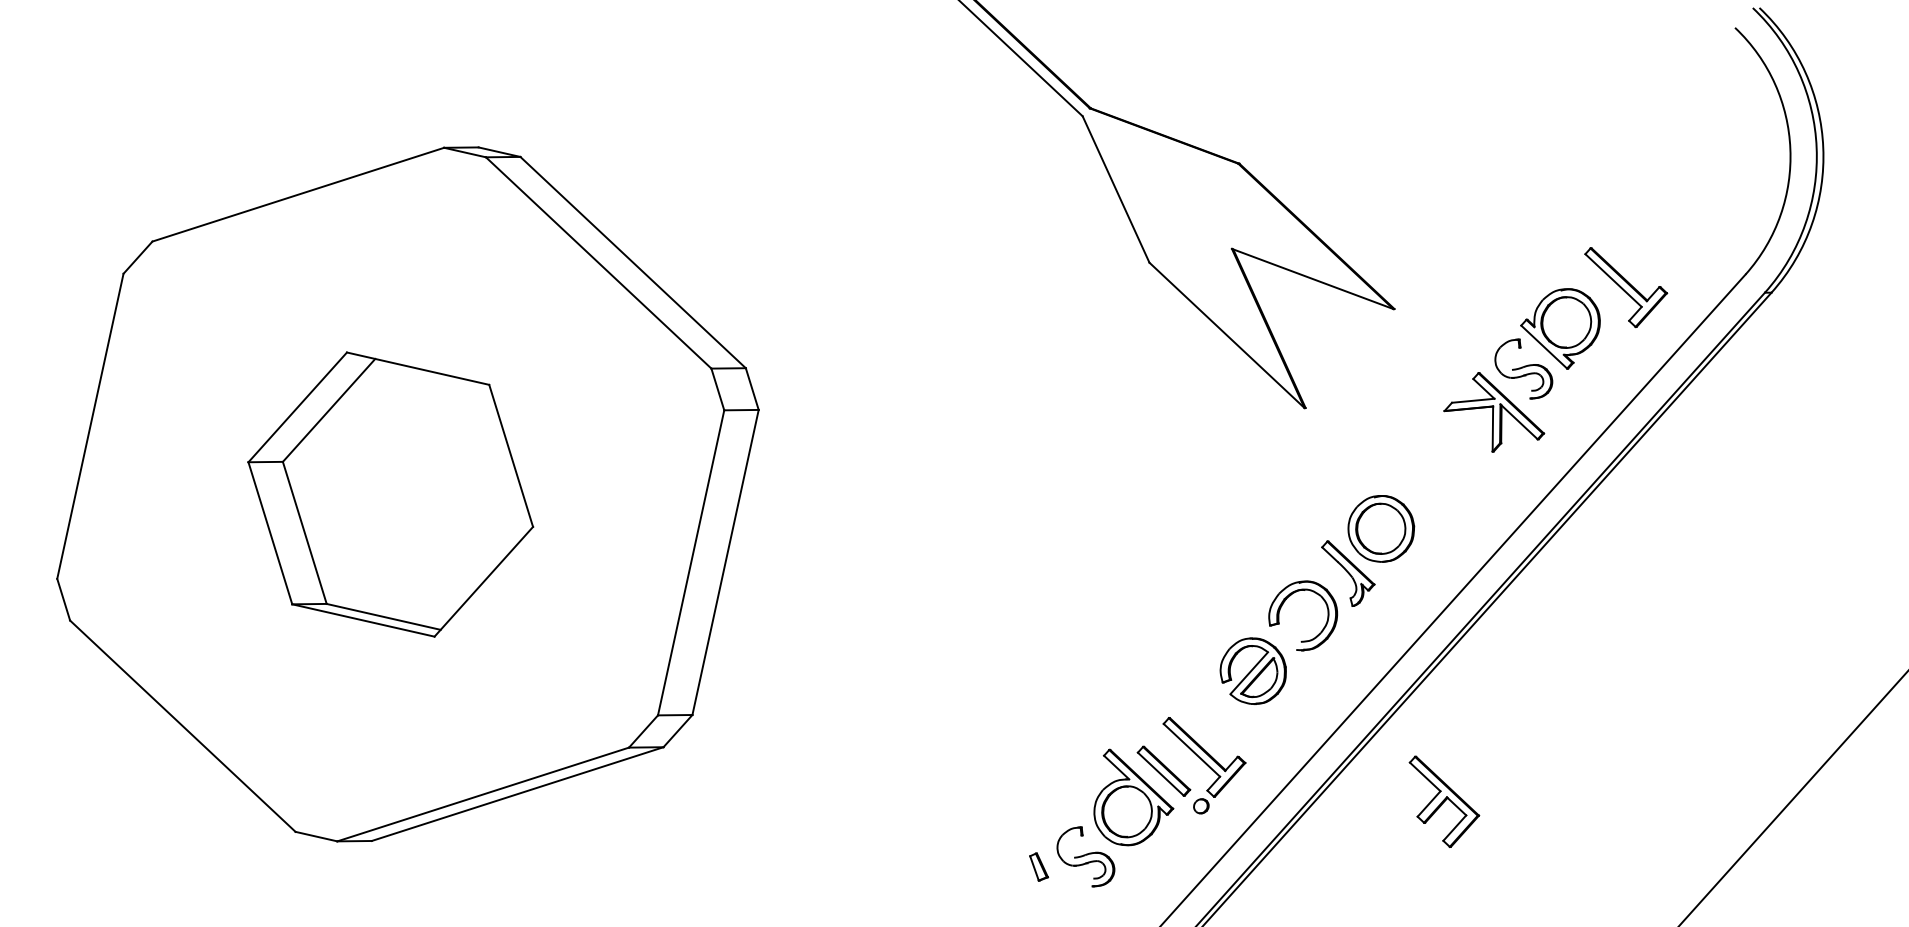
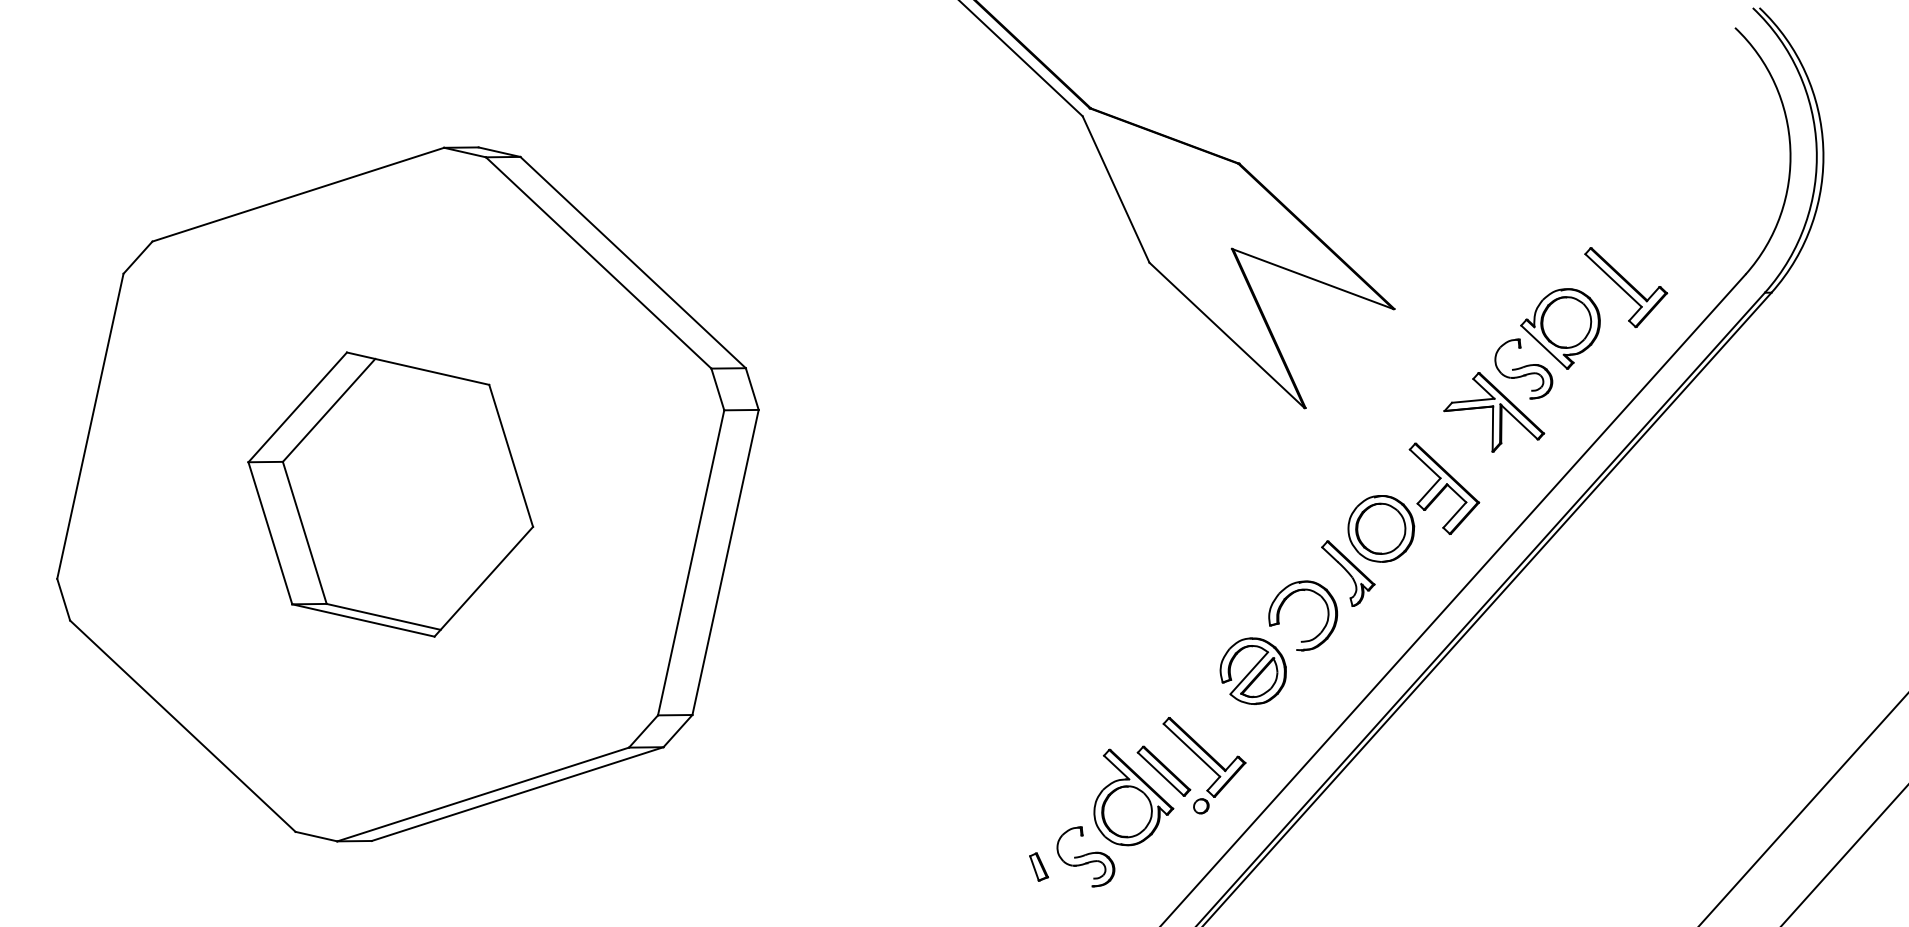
line at (1793, 798) position: (1793, 798) -> (1803, 809)
part at (1444, 801) position: (1444, 801) -> (1444, 488)
line at (1844, 855): none -> present
